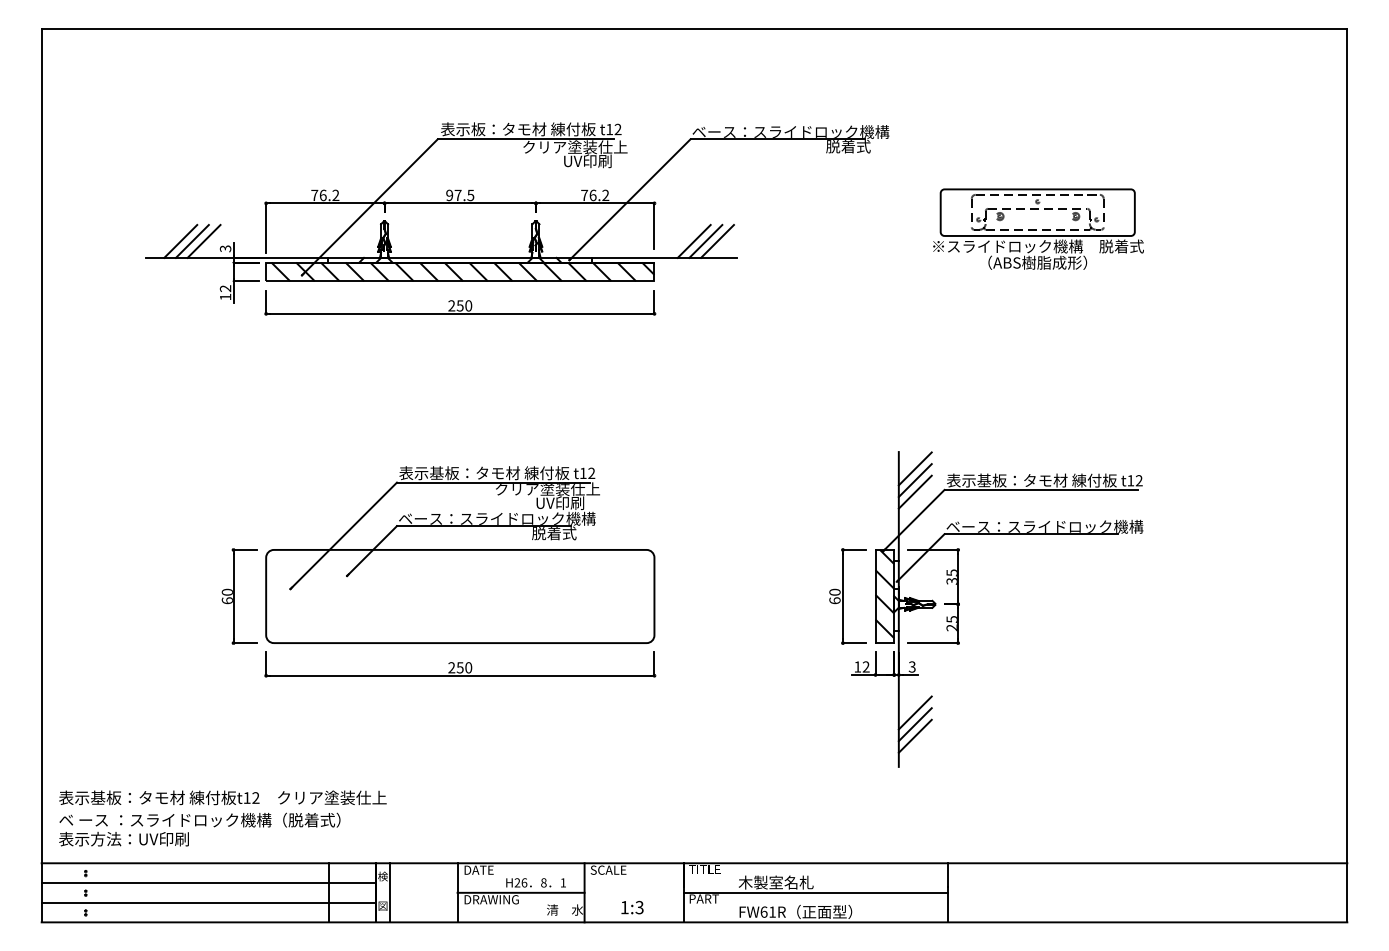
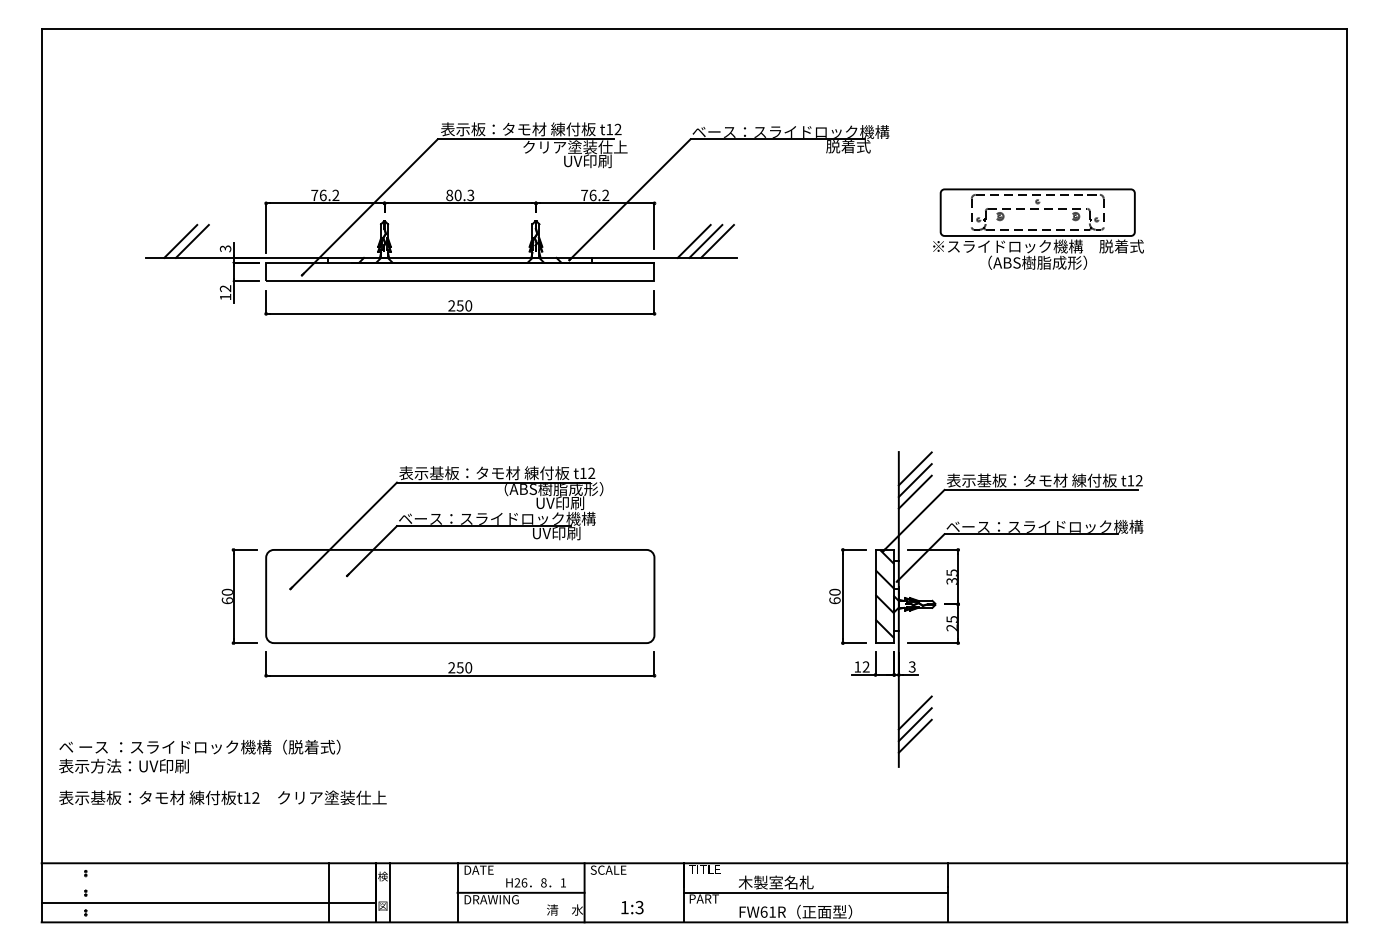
text at (460, 195): 97.5 -> 80.3
line at (203, 240): present -> none
hatch at (462, 271): present -> none
text at (549, 489): クリア塗装仕上 -> （ABS樹脂成形）
text at (556, 533): 脱着式 -> UV印刷
text at (199, 829) position: (199, 829) -> (199, 756)
line at (208, 882): present -> none
